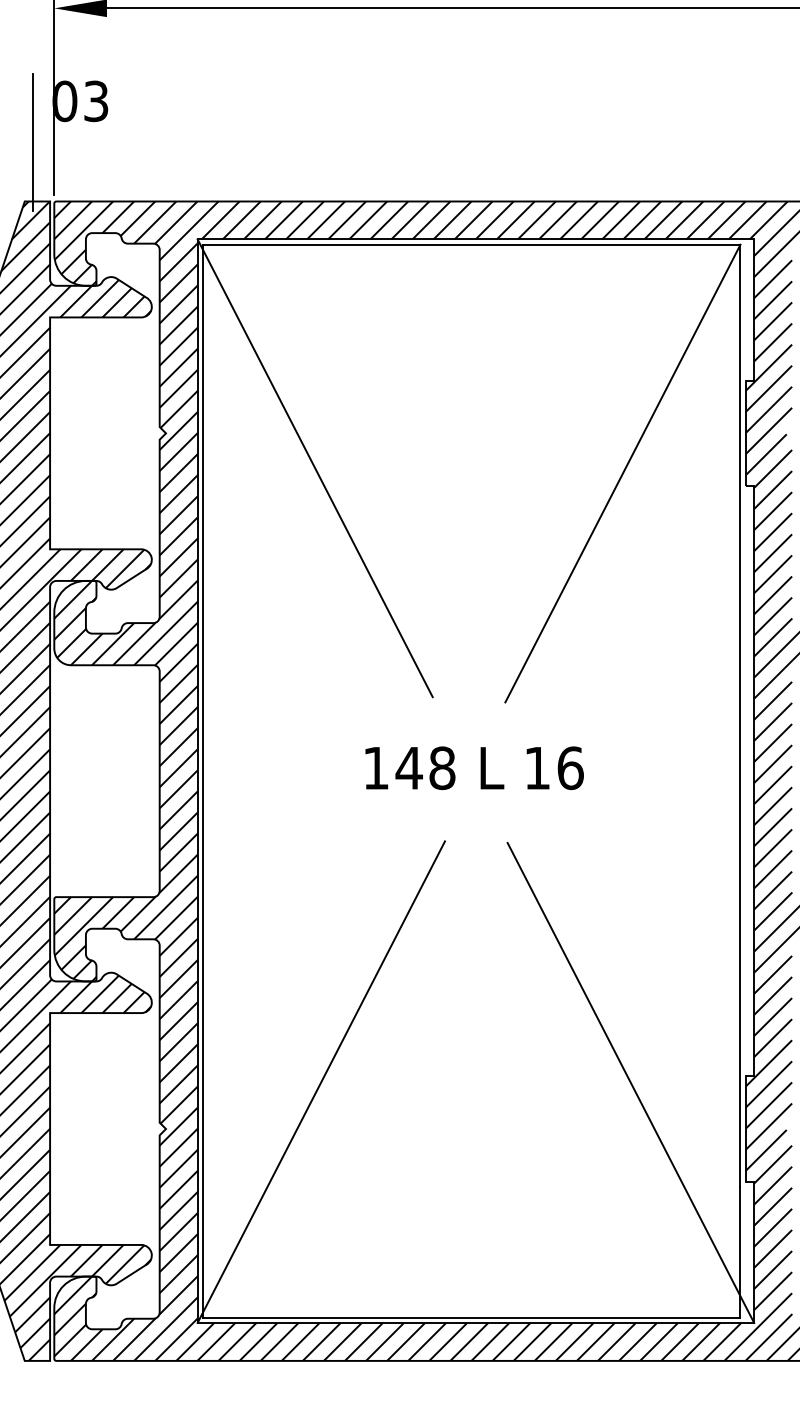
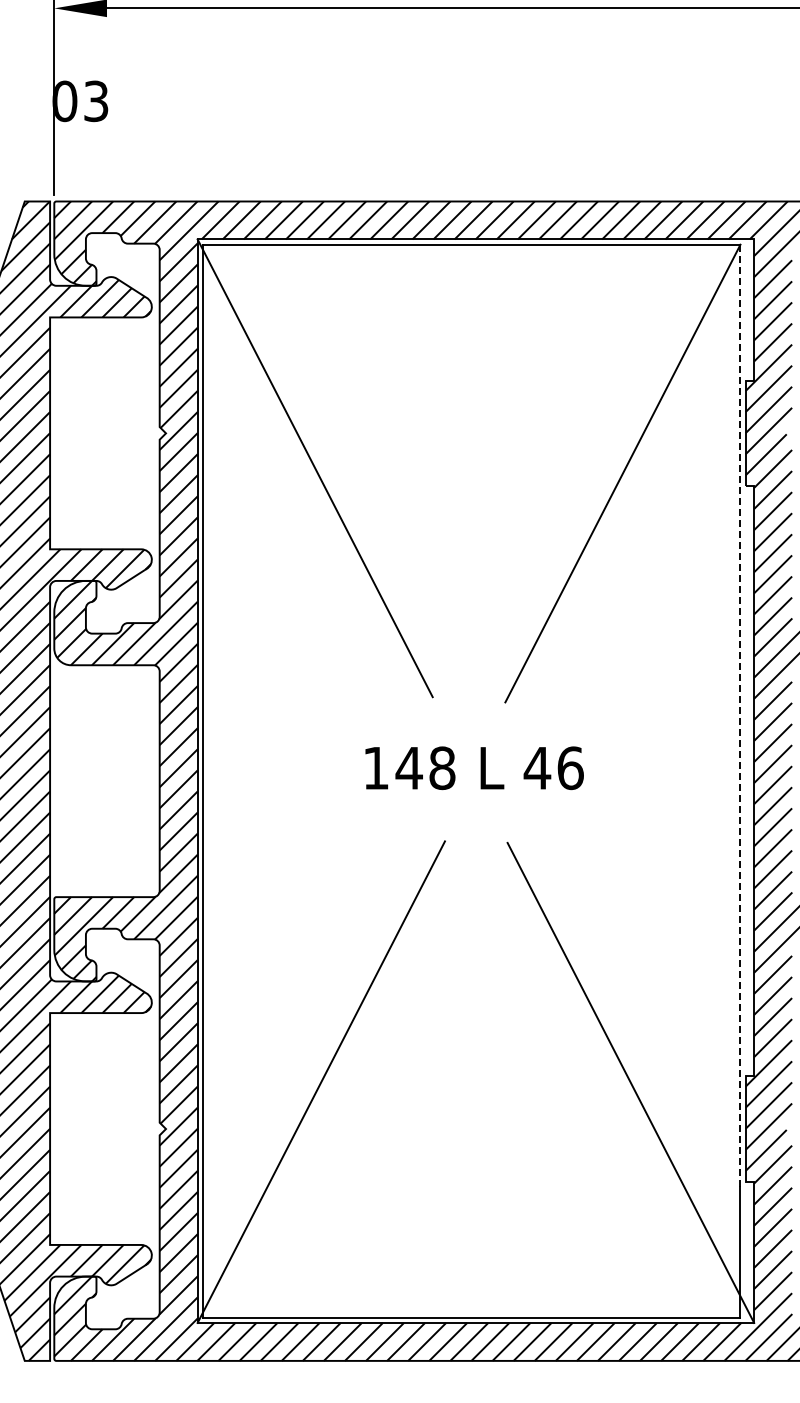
line at (33, 142): present -> none
line at (740, 716): solid -> dashed
text at (537, 768): 16 -> 46
